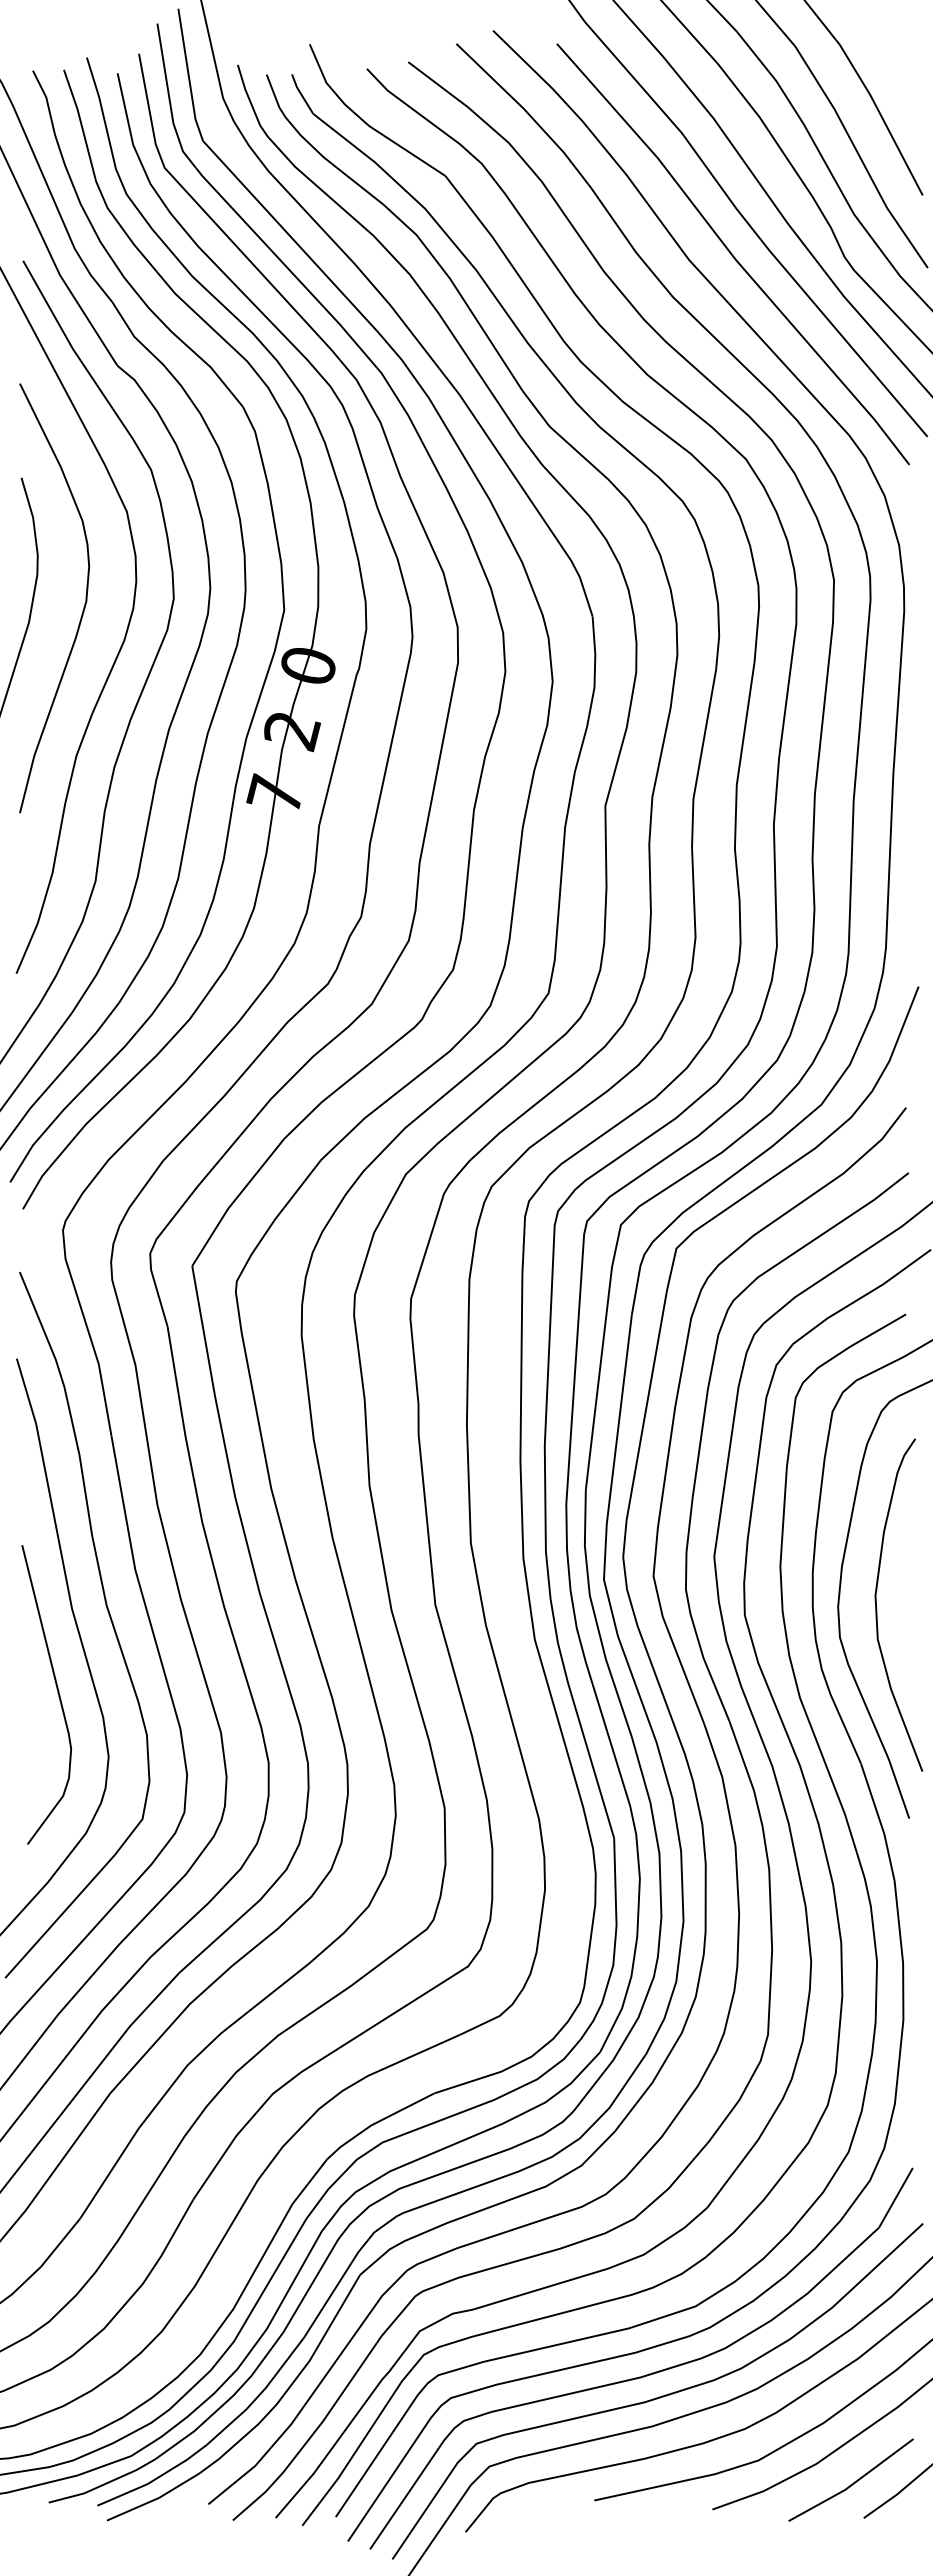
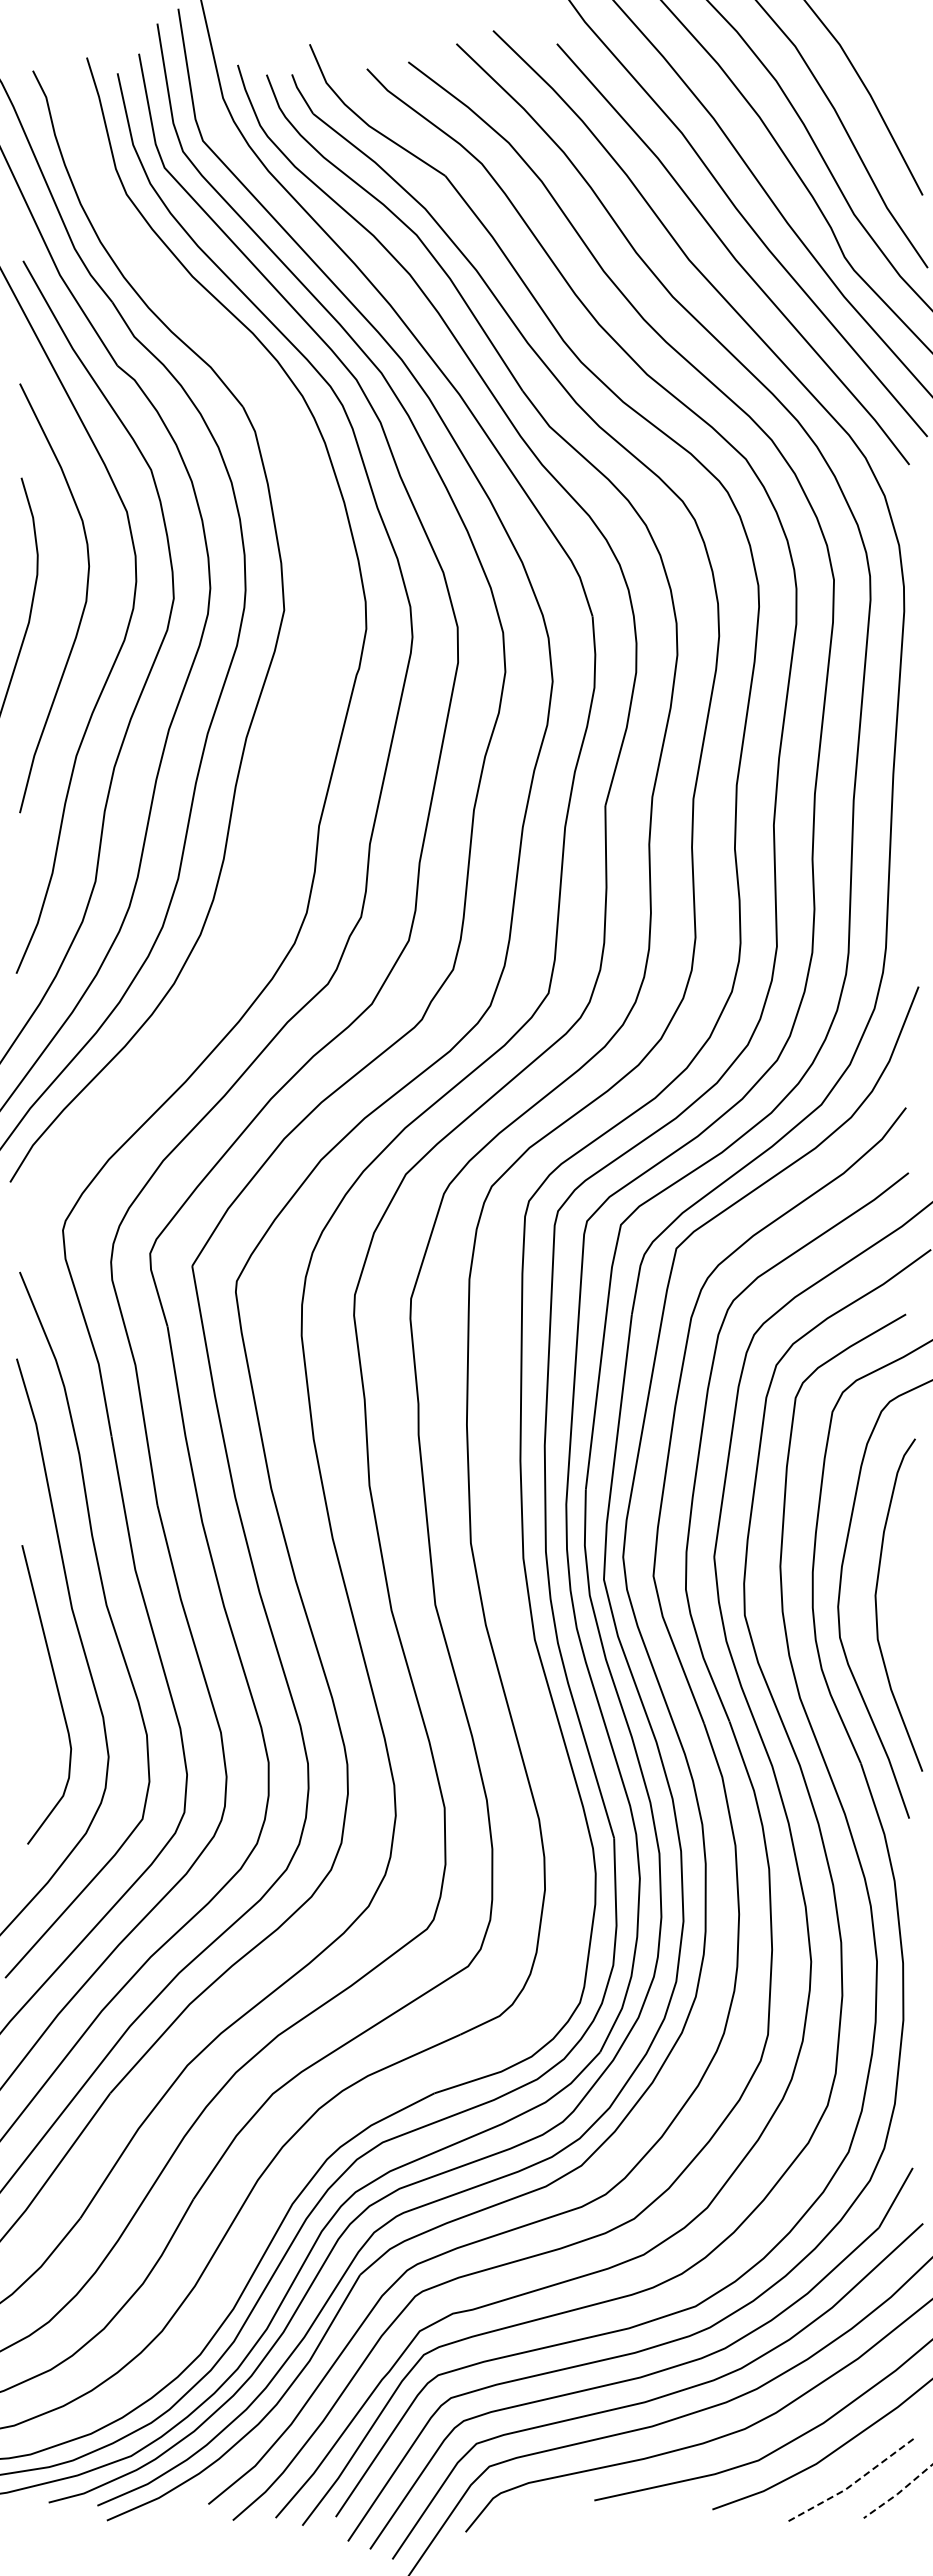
part at (281, 659): present -> none
line at (853, 2483): solid -> dashed
line at (898, 2493): solid -> dashed
